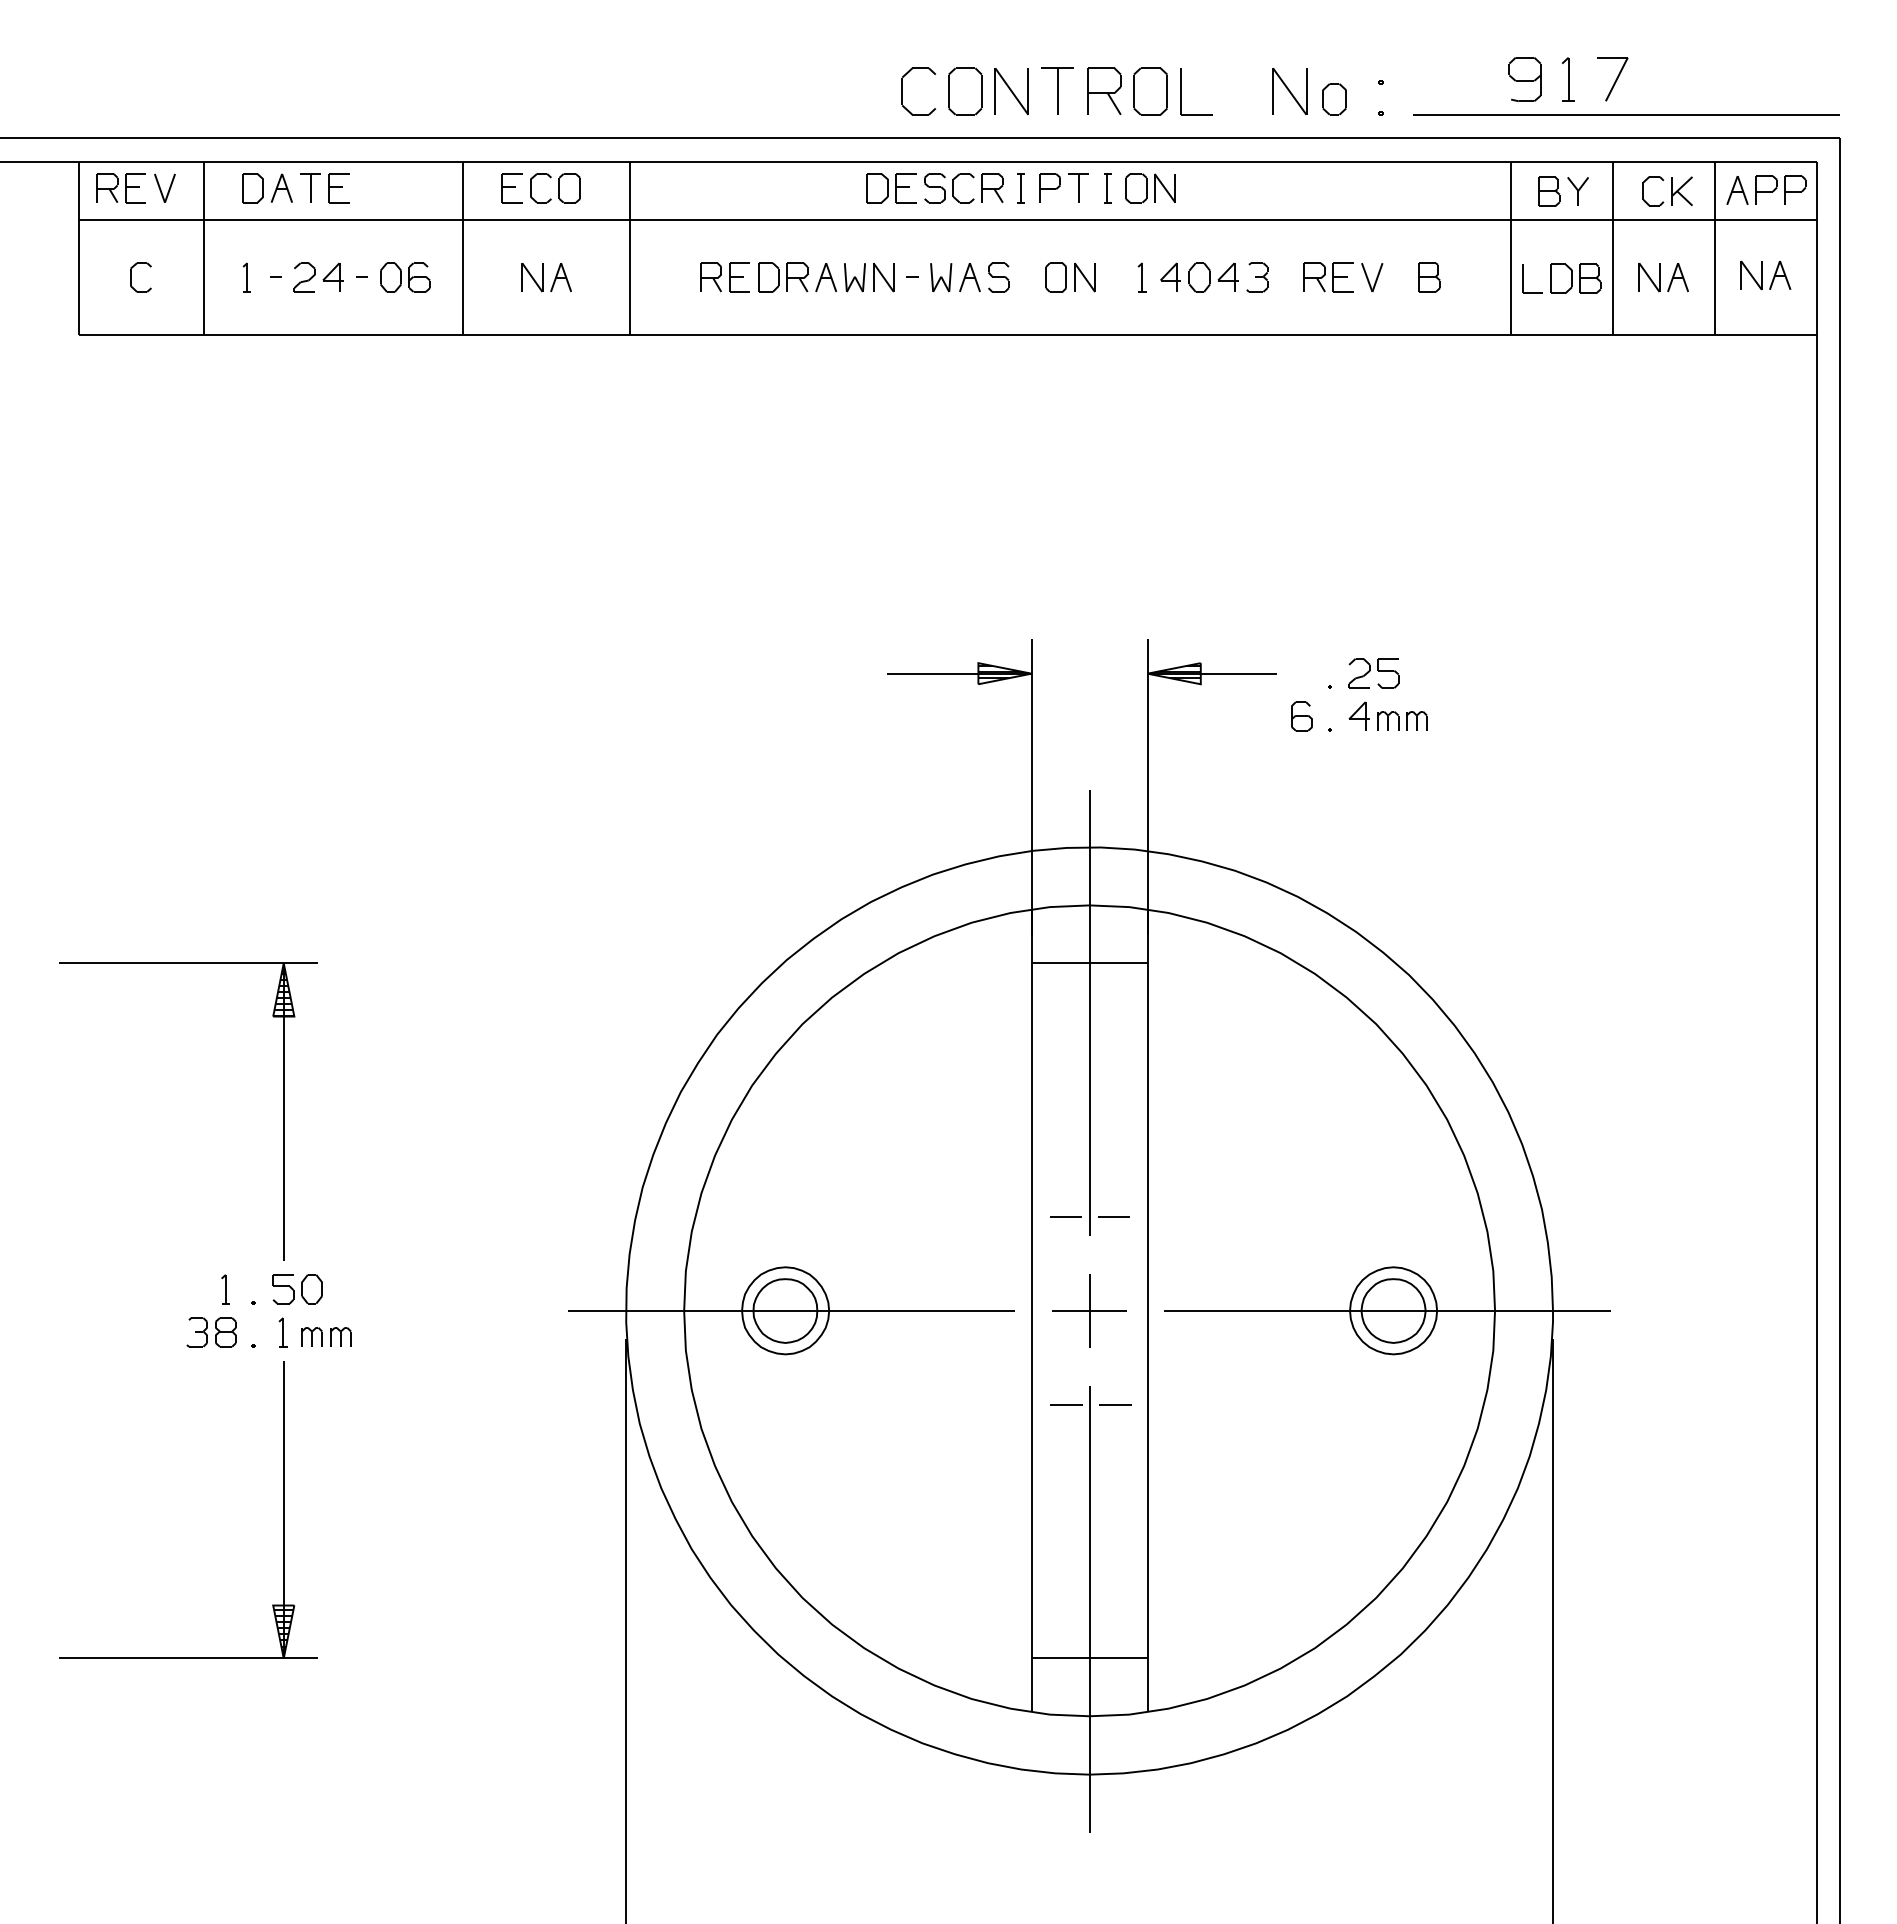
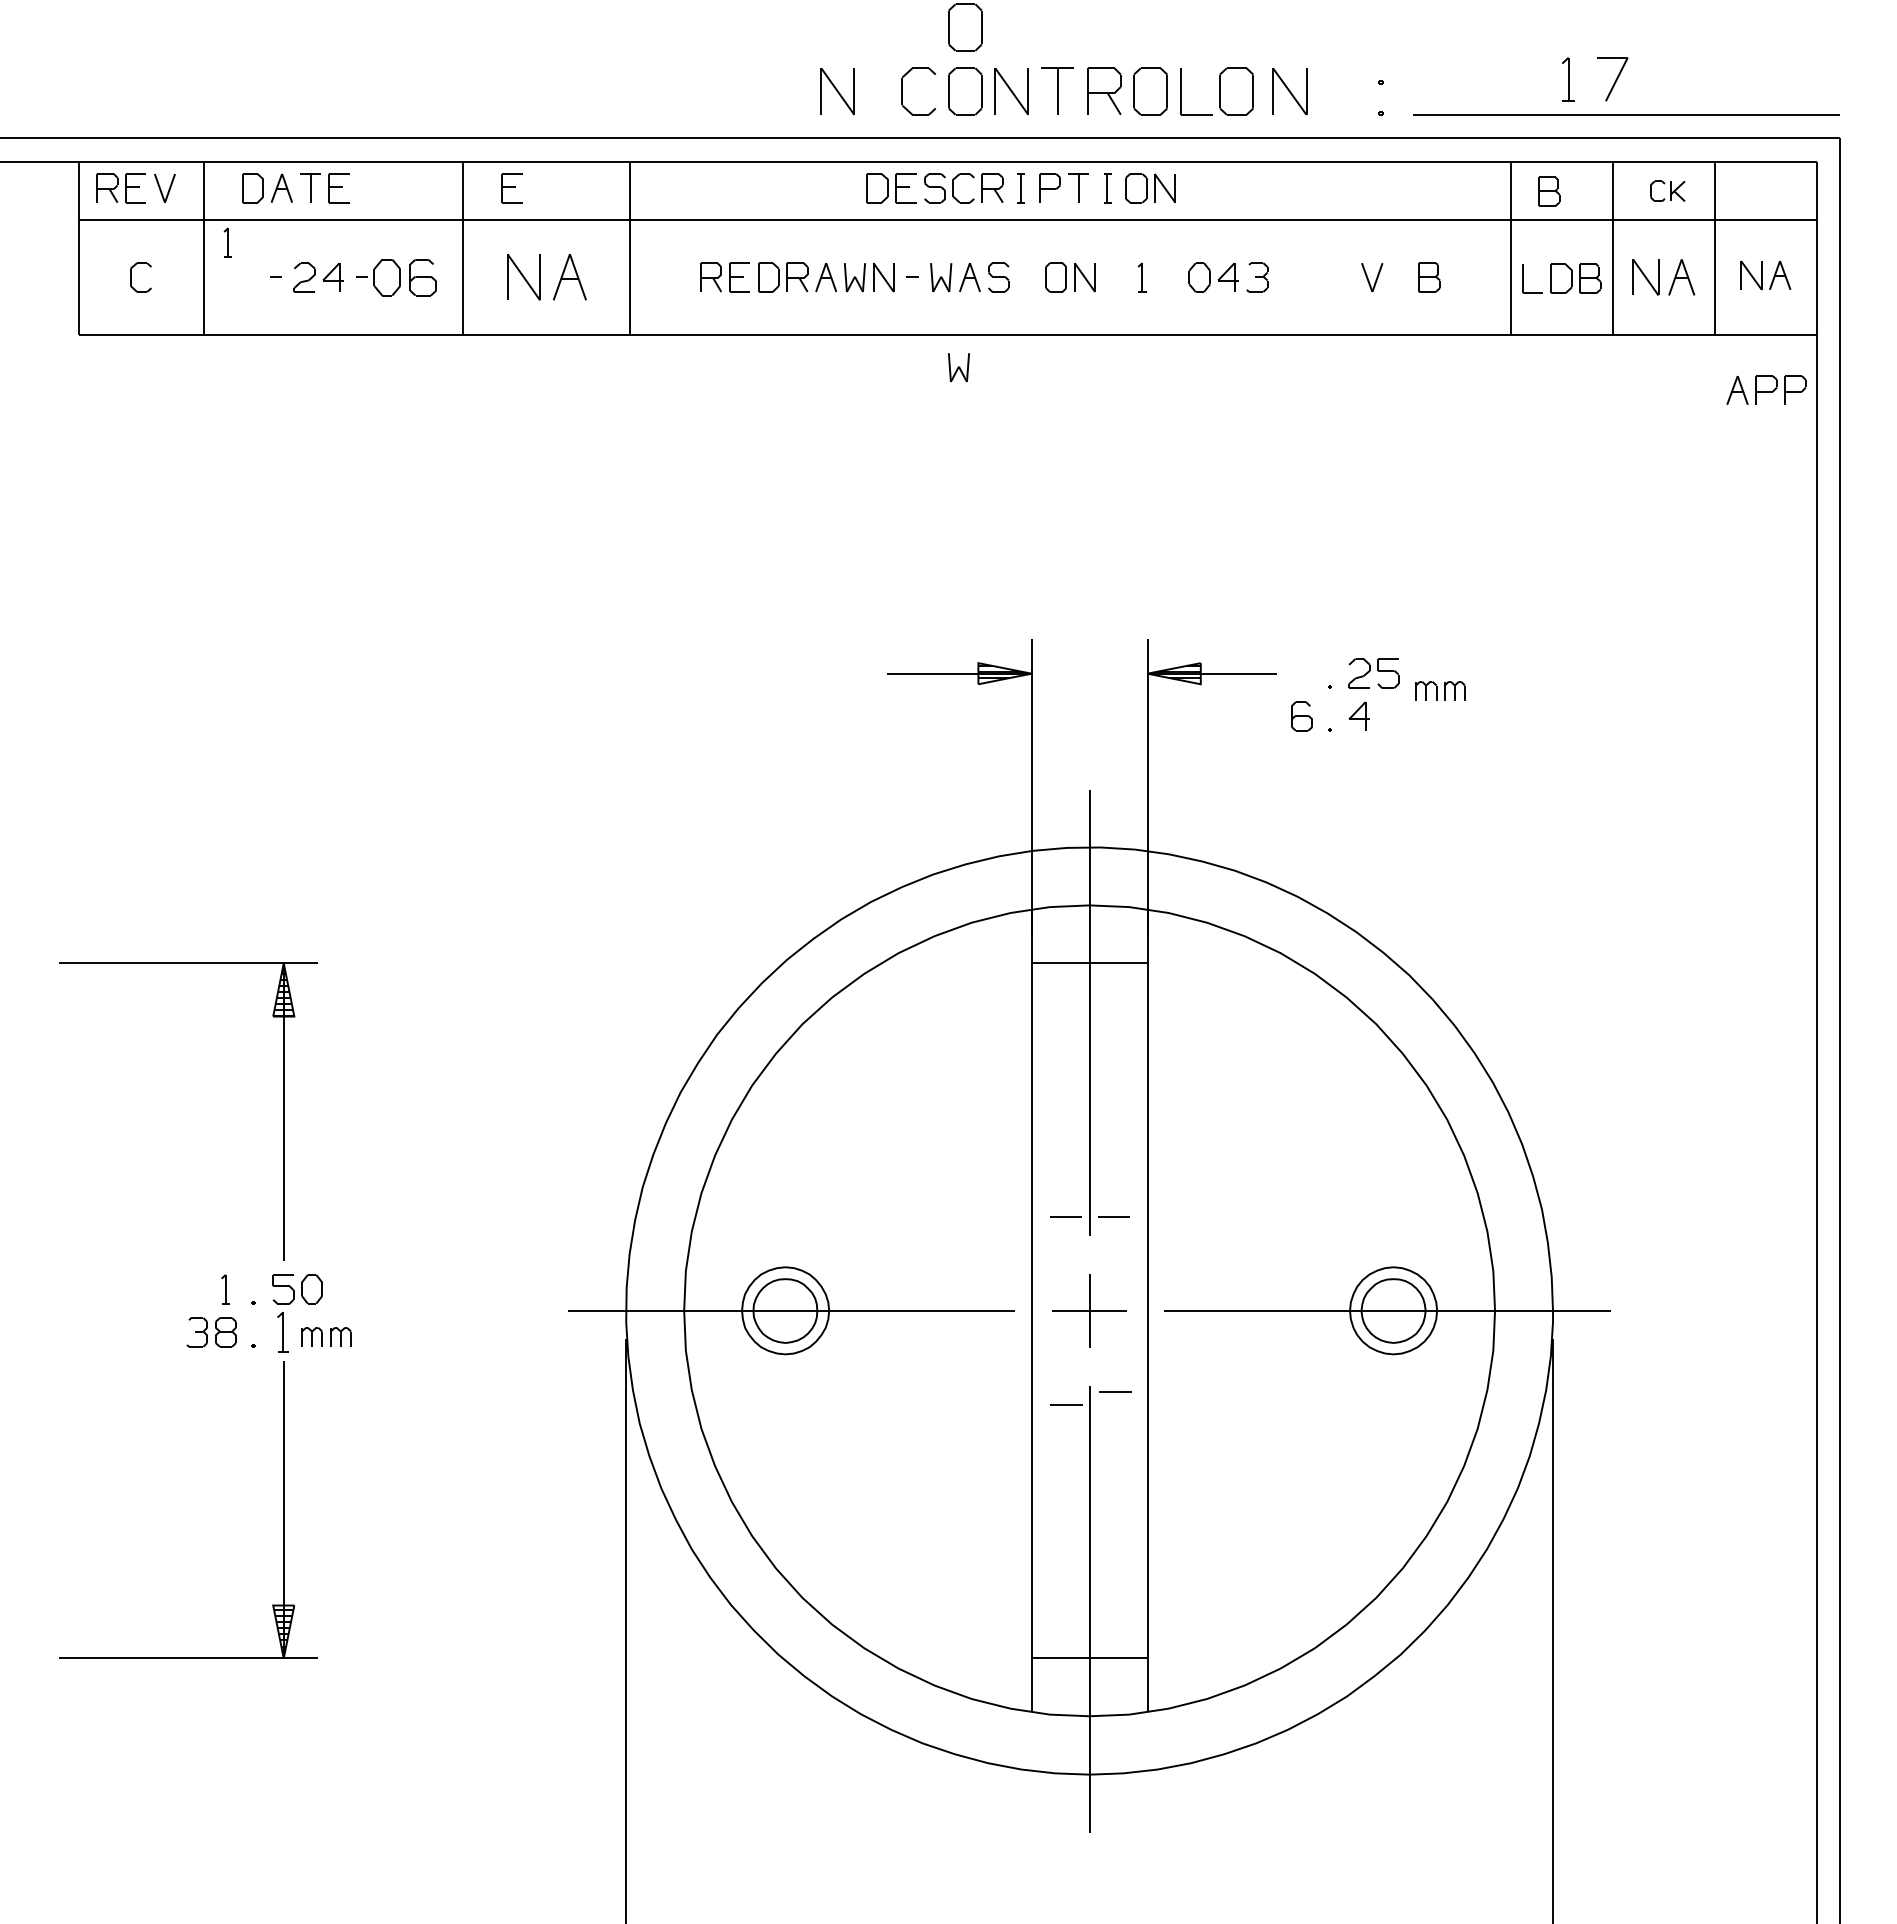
part at (965, 27): none -> present
part at (1524, 79): present -> none
part at (837, 91): none -> present
part at (1236, 91): none -> present
part at (1334, 99): present -> none
part at (555, 188): present -> none
part at (1766, 189) position: (1766, 189) -> (1766, 389)
part at (1577, 191): present -> none
part at (1667, 191) size: 51x31 px -> 36x22 px
part at (1170, 276): present -> none
part at (246, 277) position: (246, 277) -> (227, 242)
part at (405, 277) size: 51x31 px -> 64x38 px
part at (546, 277) size: 51x30 px -> 80x47 px
part at (1328, 277): present -> none
part at (1663, 277) size: 51x30 px -> 64x37 px
part at (958, 367): none -> present
part at (1402, 720) position: (1402, 720) -> (1440, 690)
part at (282, 1332) size: 10x31 px -> 12x42 px
line at (1115, 1404) position: (1115, 1404) -> (1115, 1391)
